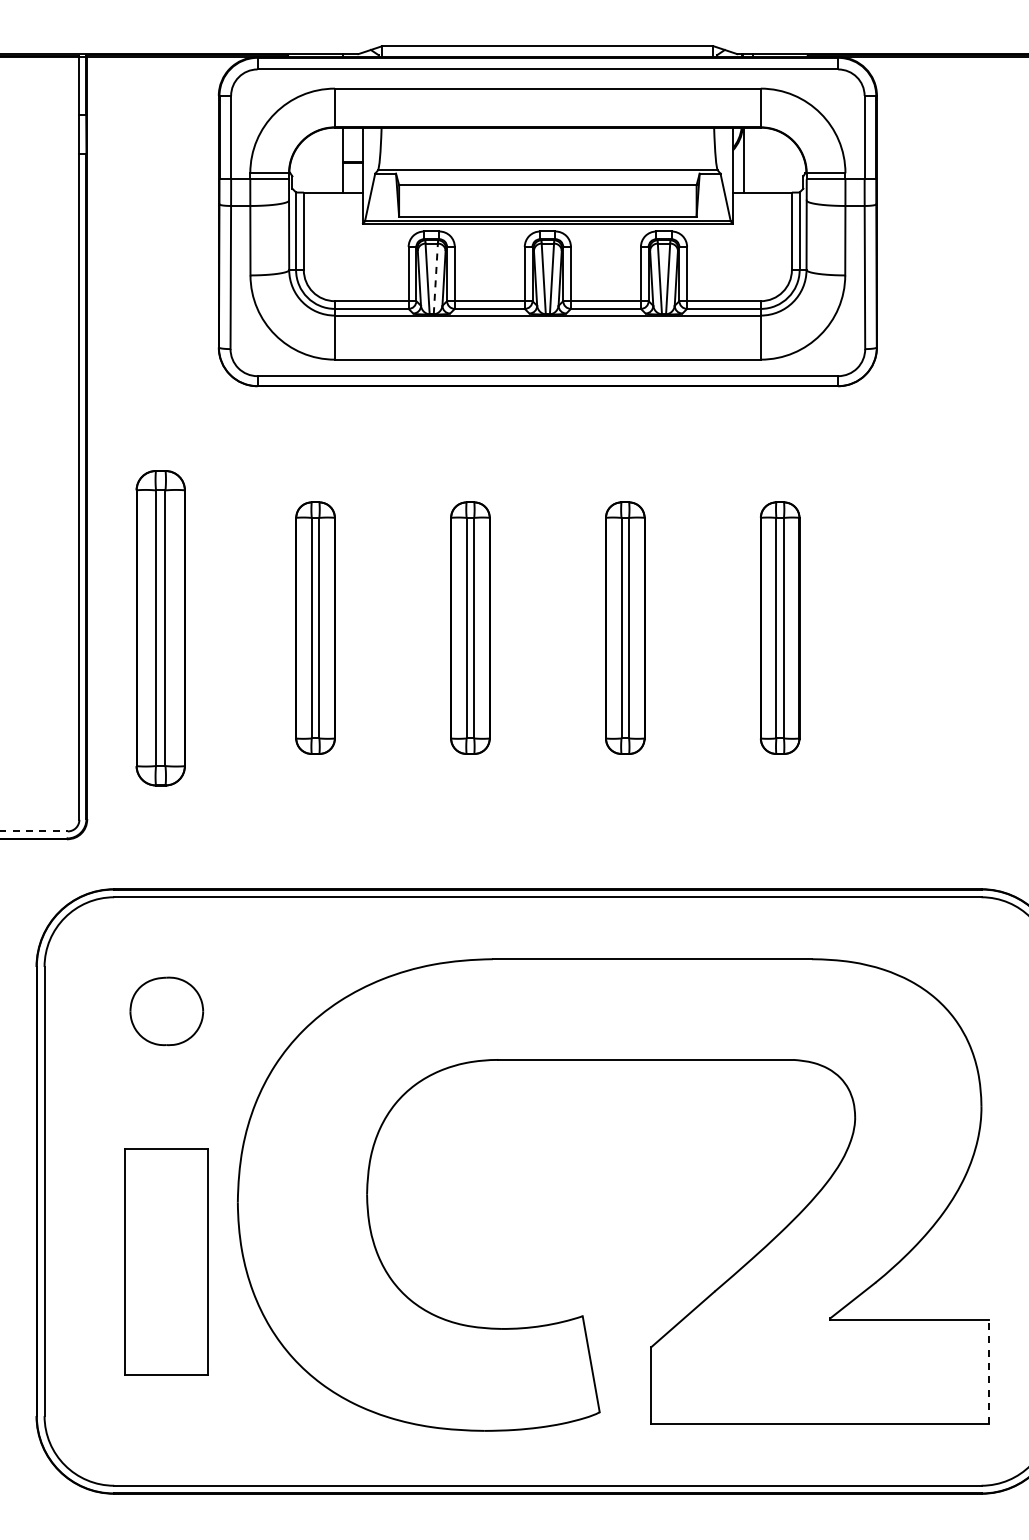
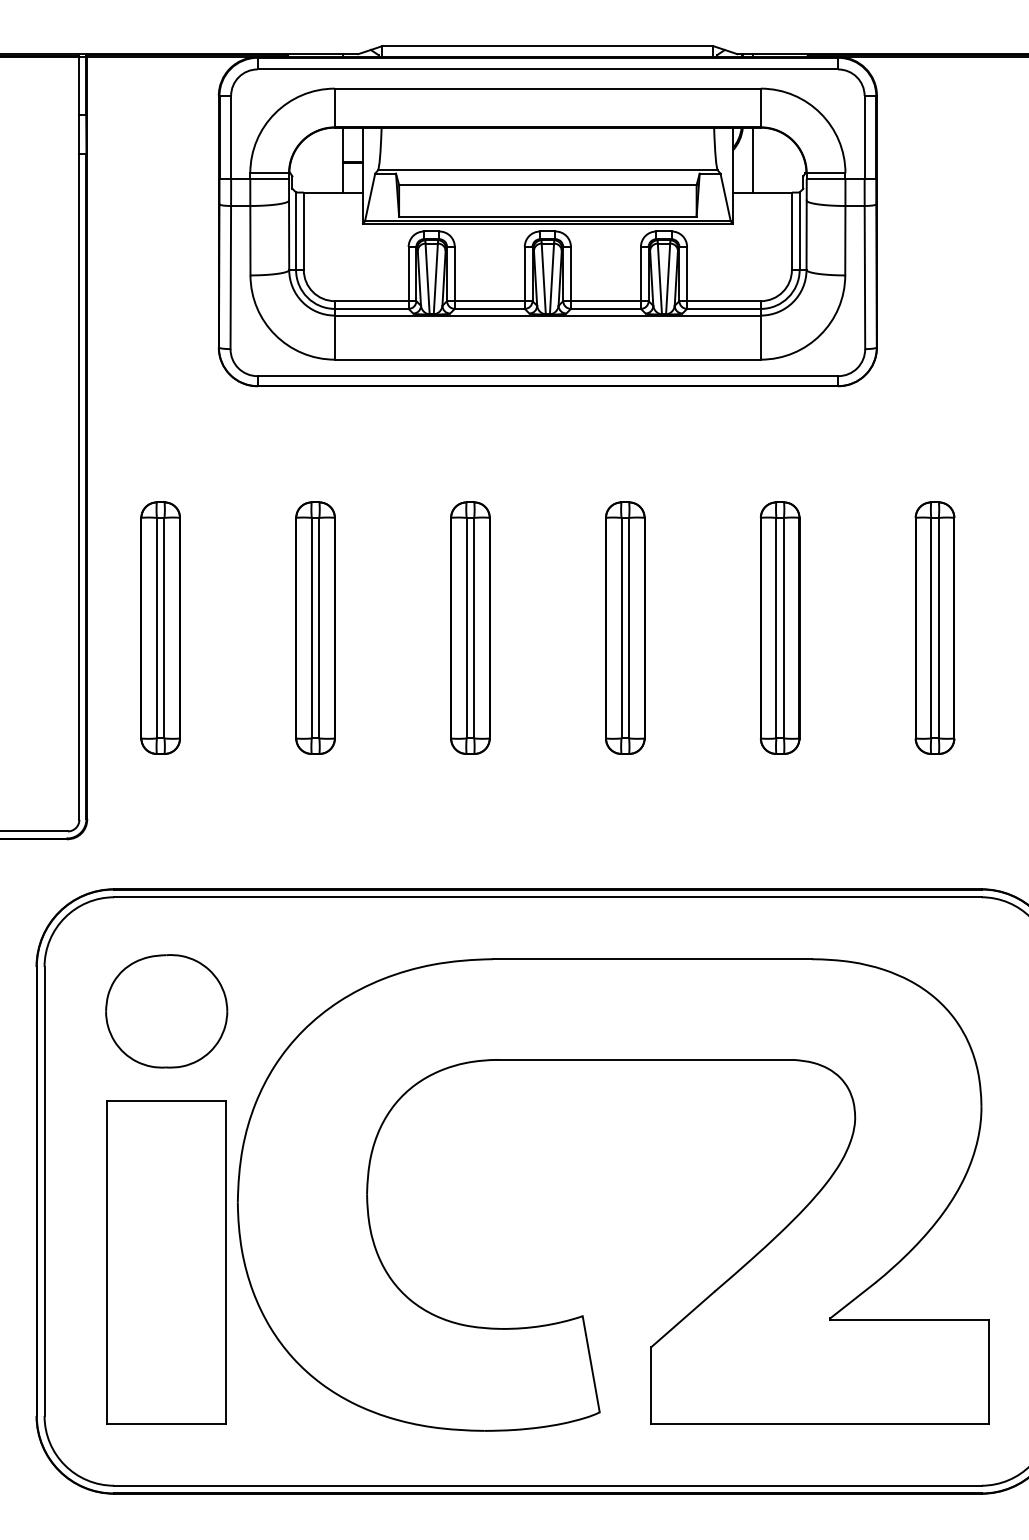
line at (744, 159) position: (744, 159) -> (753, 159)
line at (435, 278): dashed -> solid
part at (934, 627): none -> present
part at (160, 628) size: 51x317 px -> 41x254 px
line at (34, 831): dashed -> solid
part at (166, 1011) size: 76x71 px -> 124x115 px
part at (166, 1261) size: 85x228 px -> 121x325 px
line at (989, 1371): dashed -> solid
